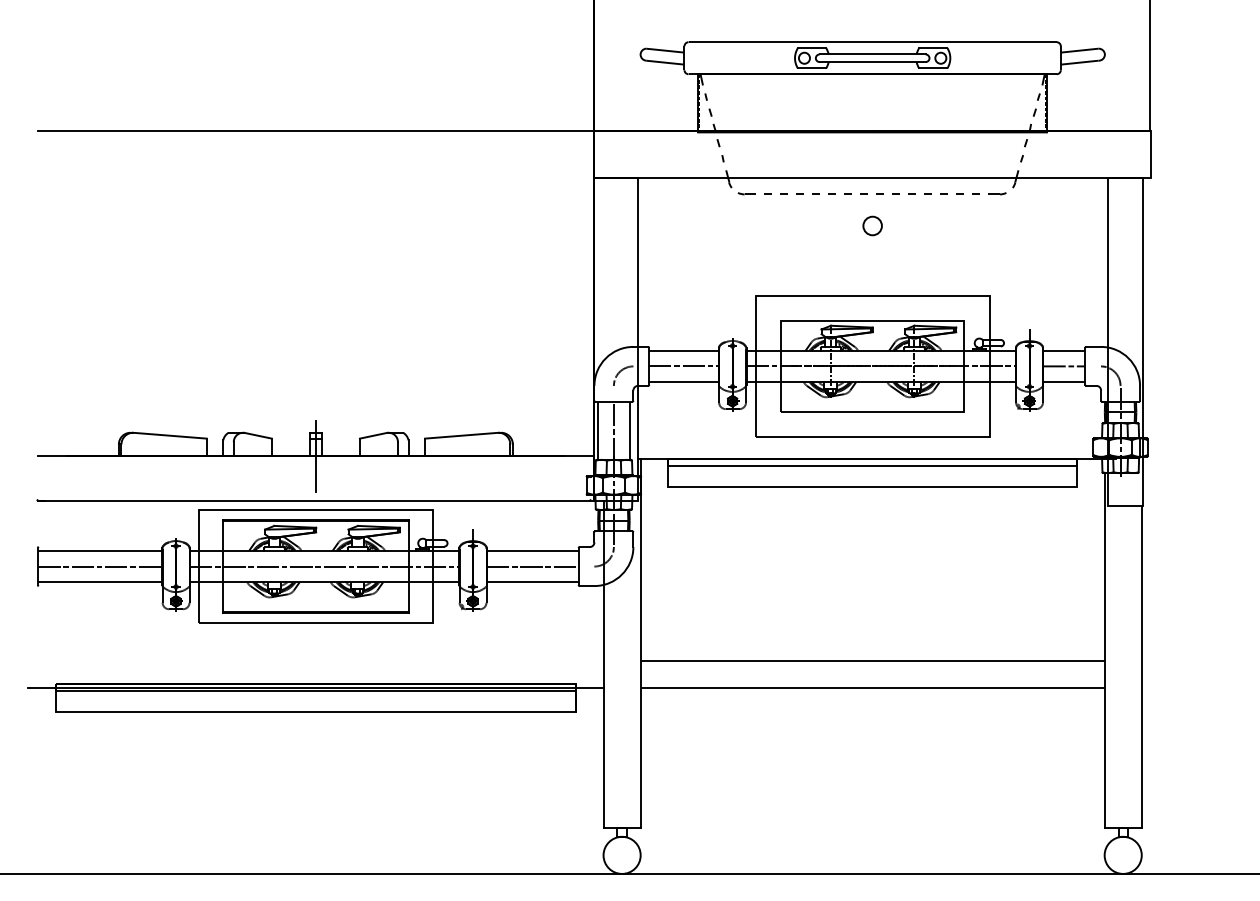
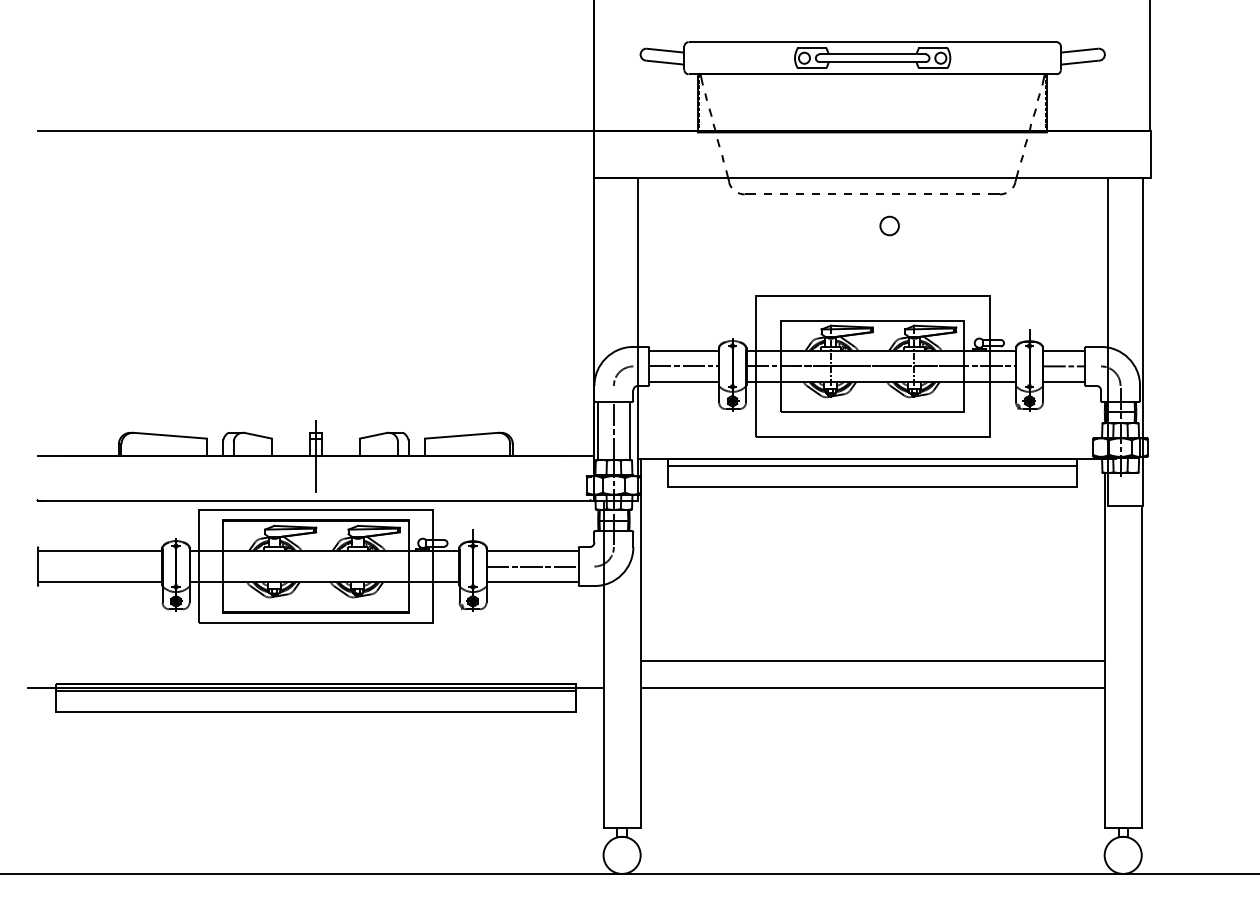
circle at (872, 225) position: (872, 225) -> (889, 225)
line at (100, 566): present -> none
line at (324, 566): present -> none
